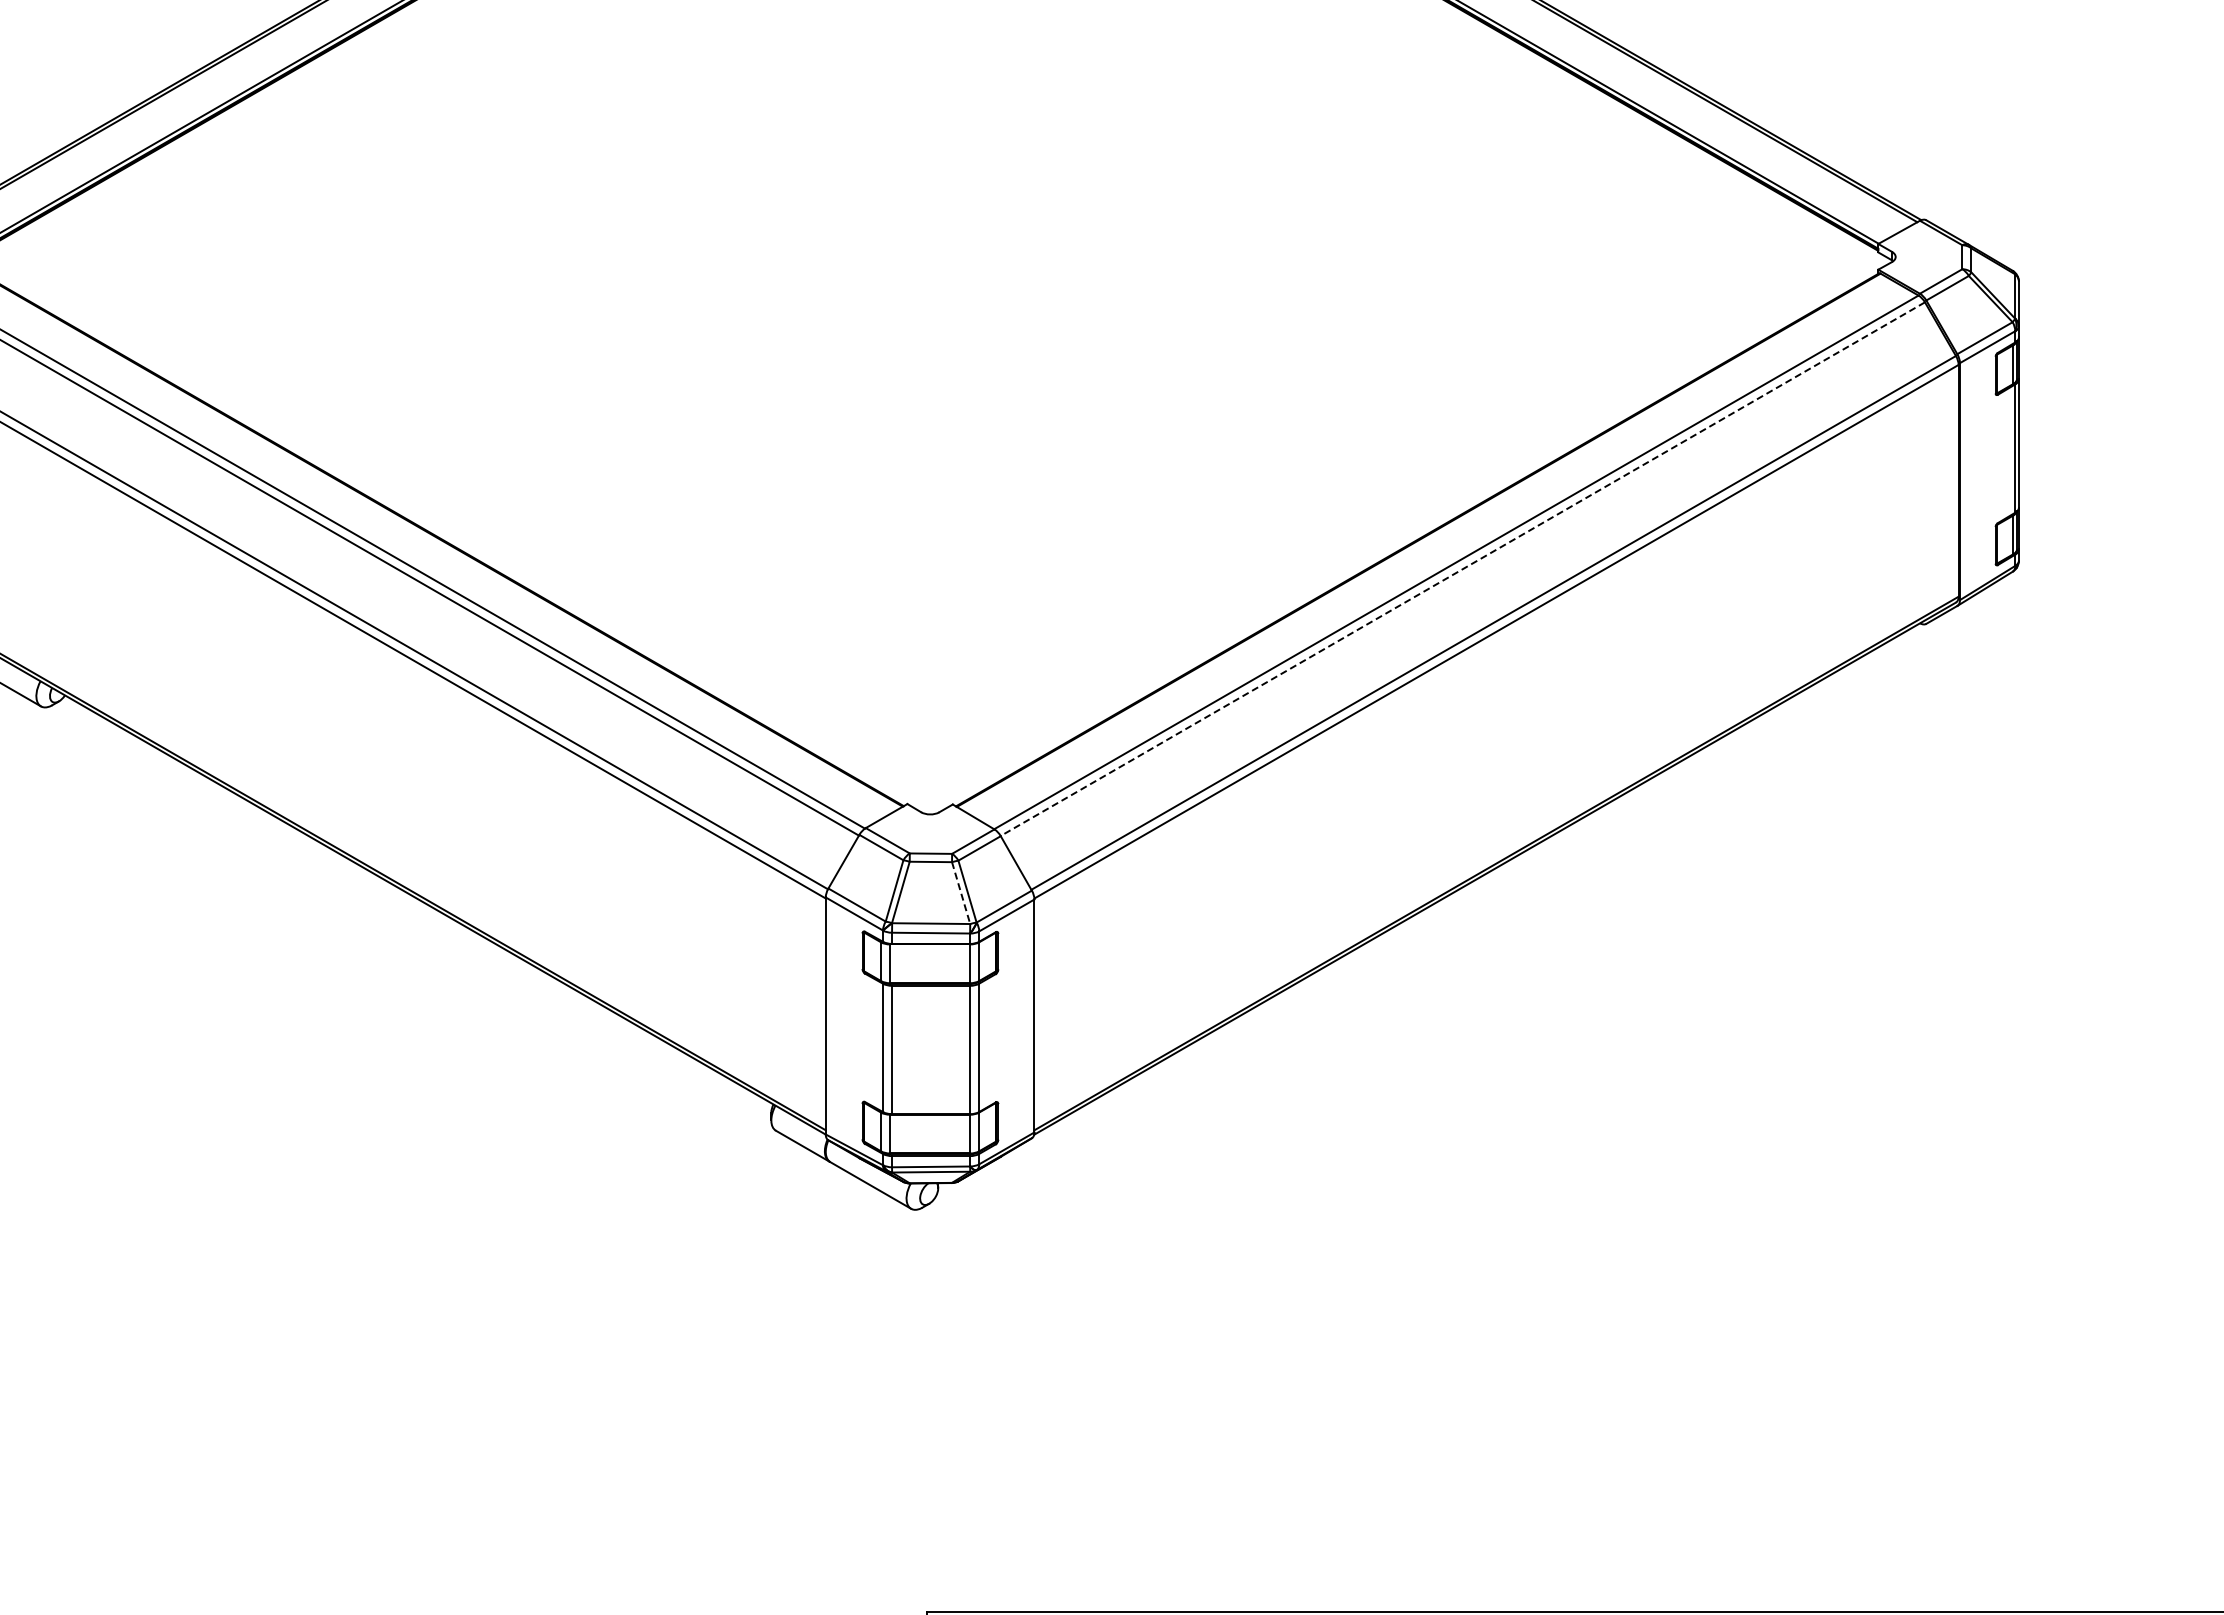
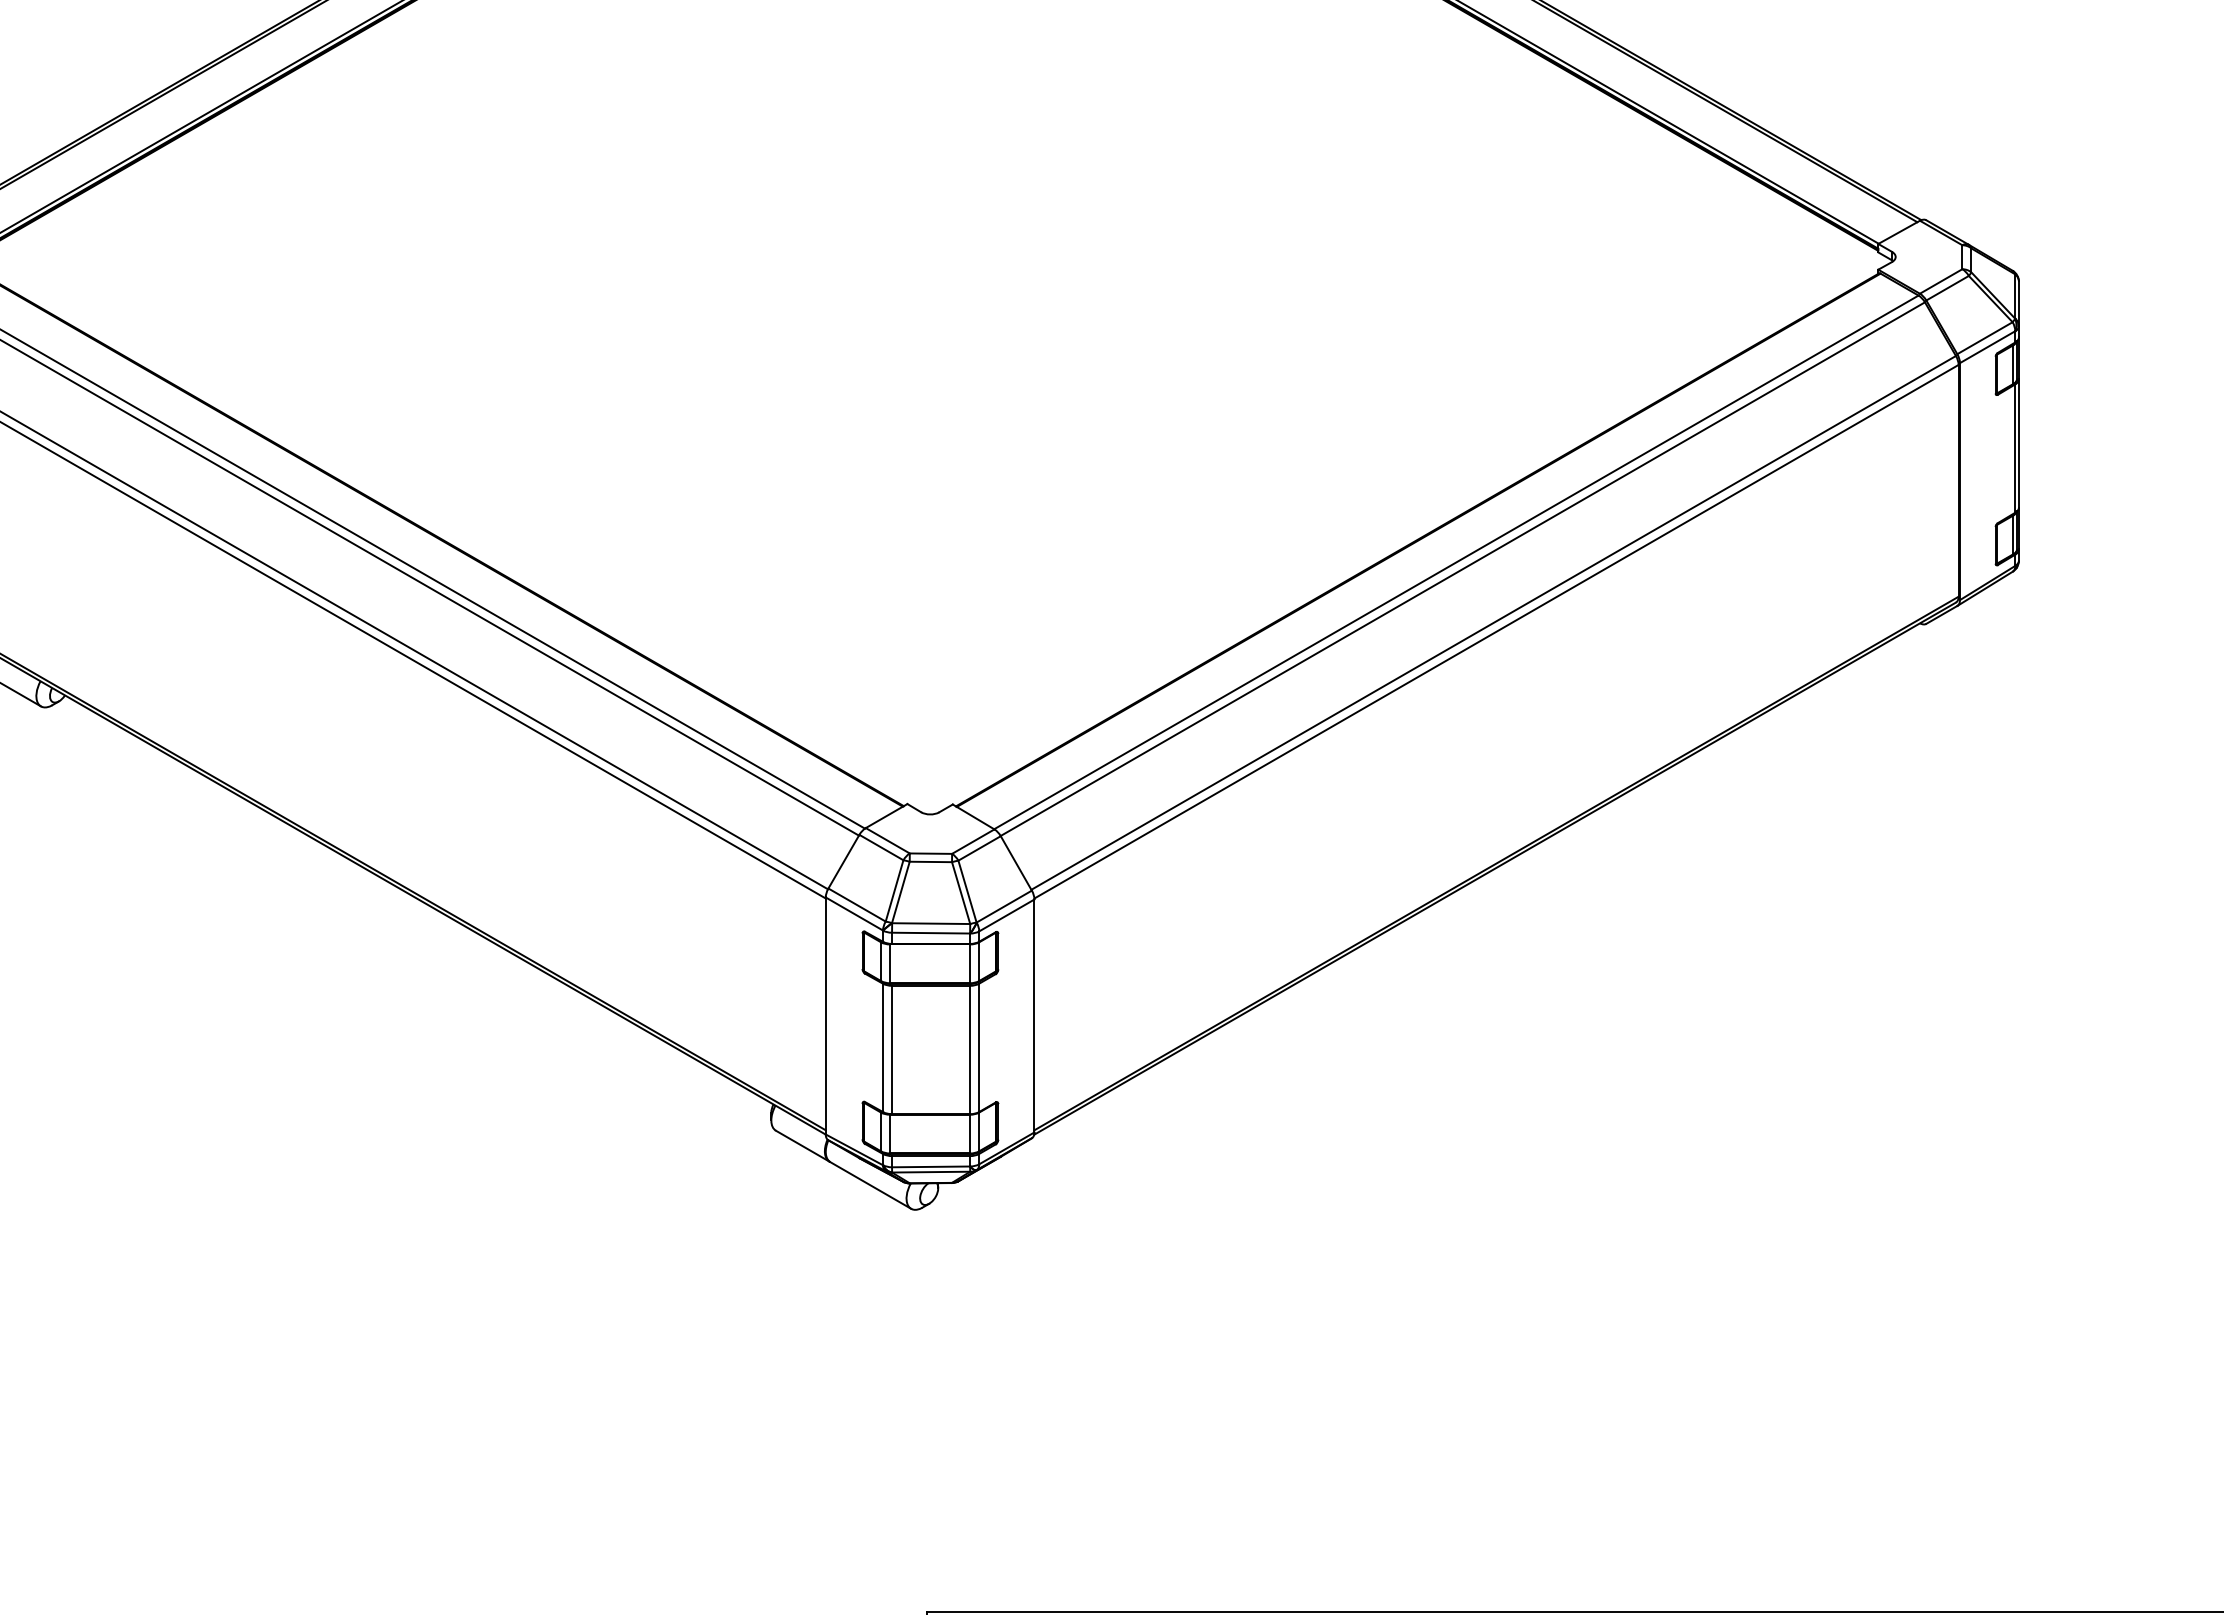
line at (1462, 569): dashed -> solid
line at (961, 893): dashed -> solid
